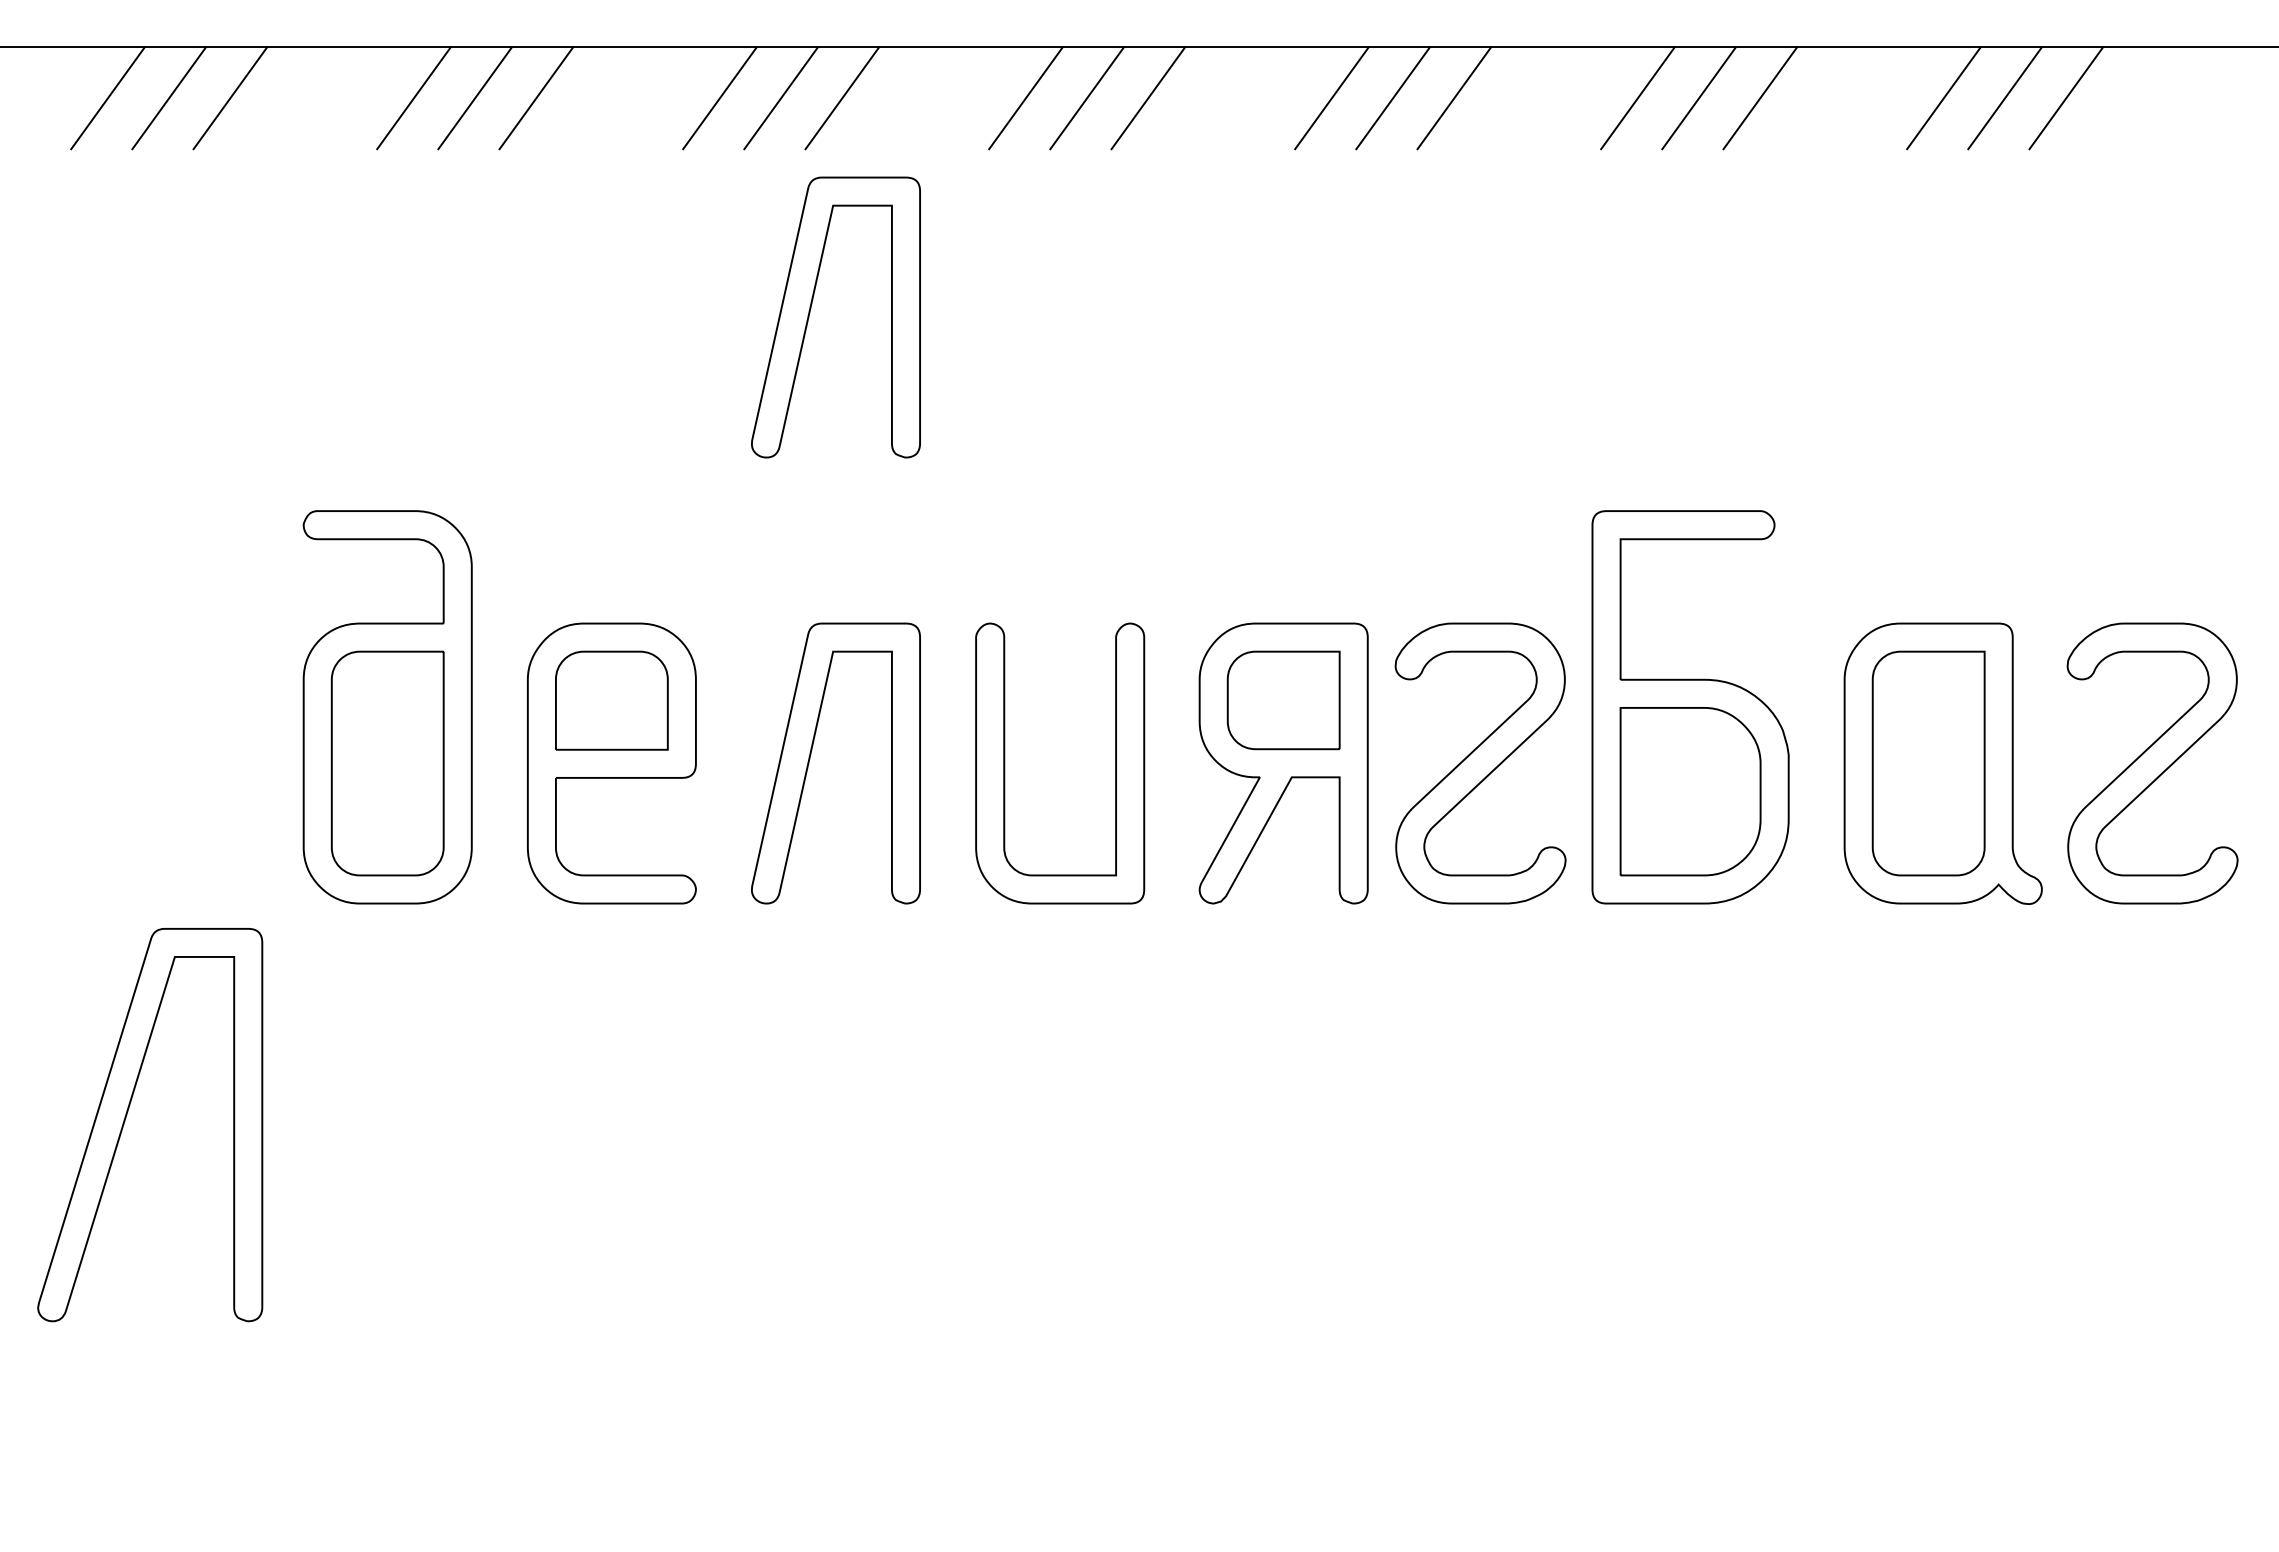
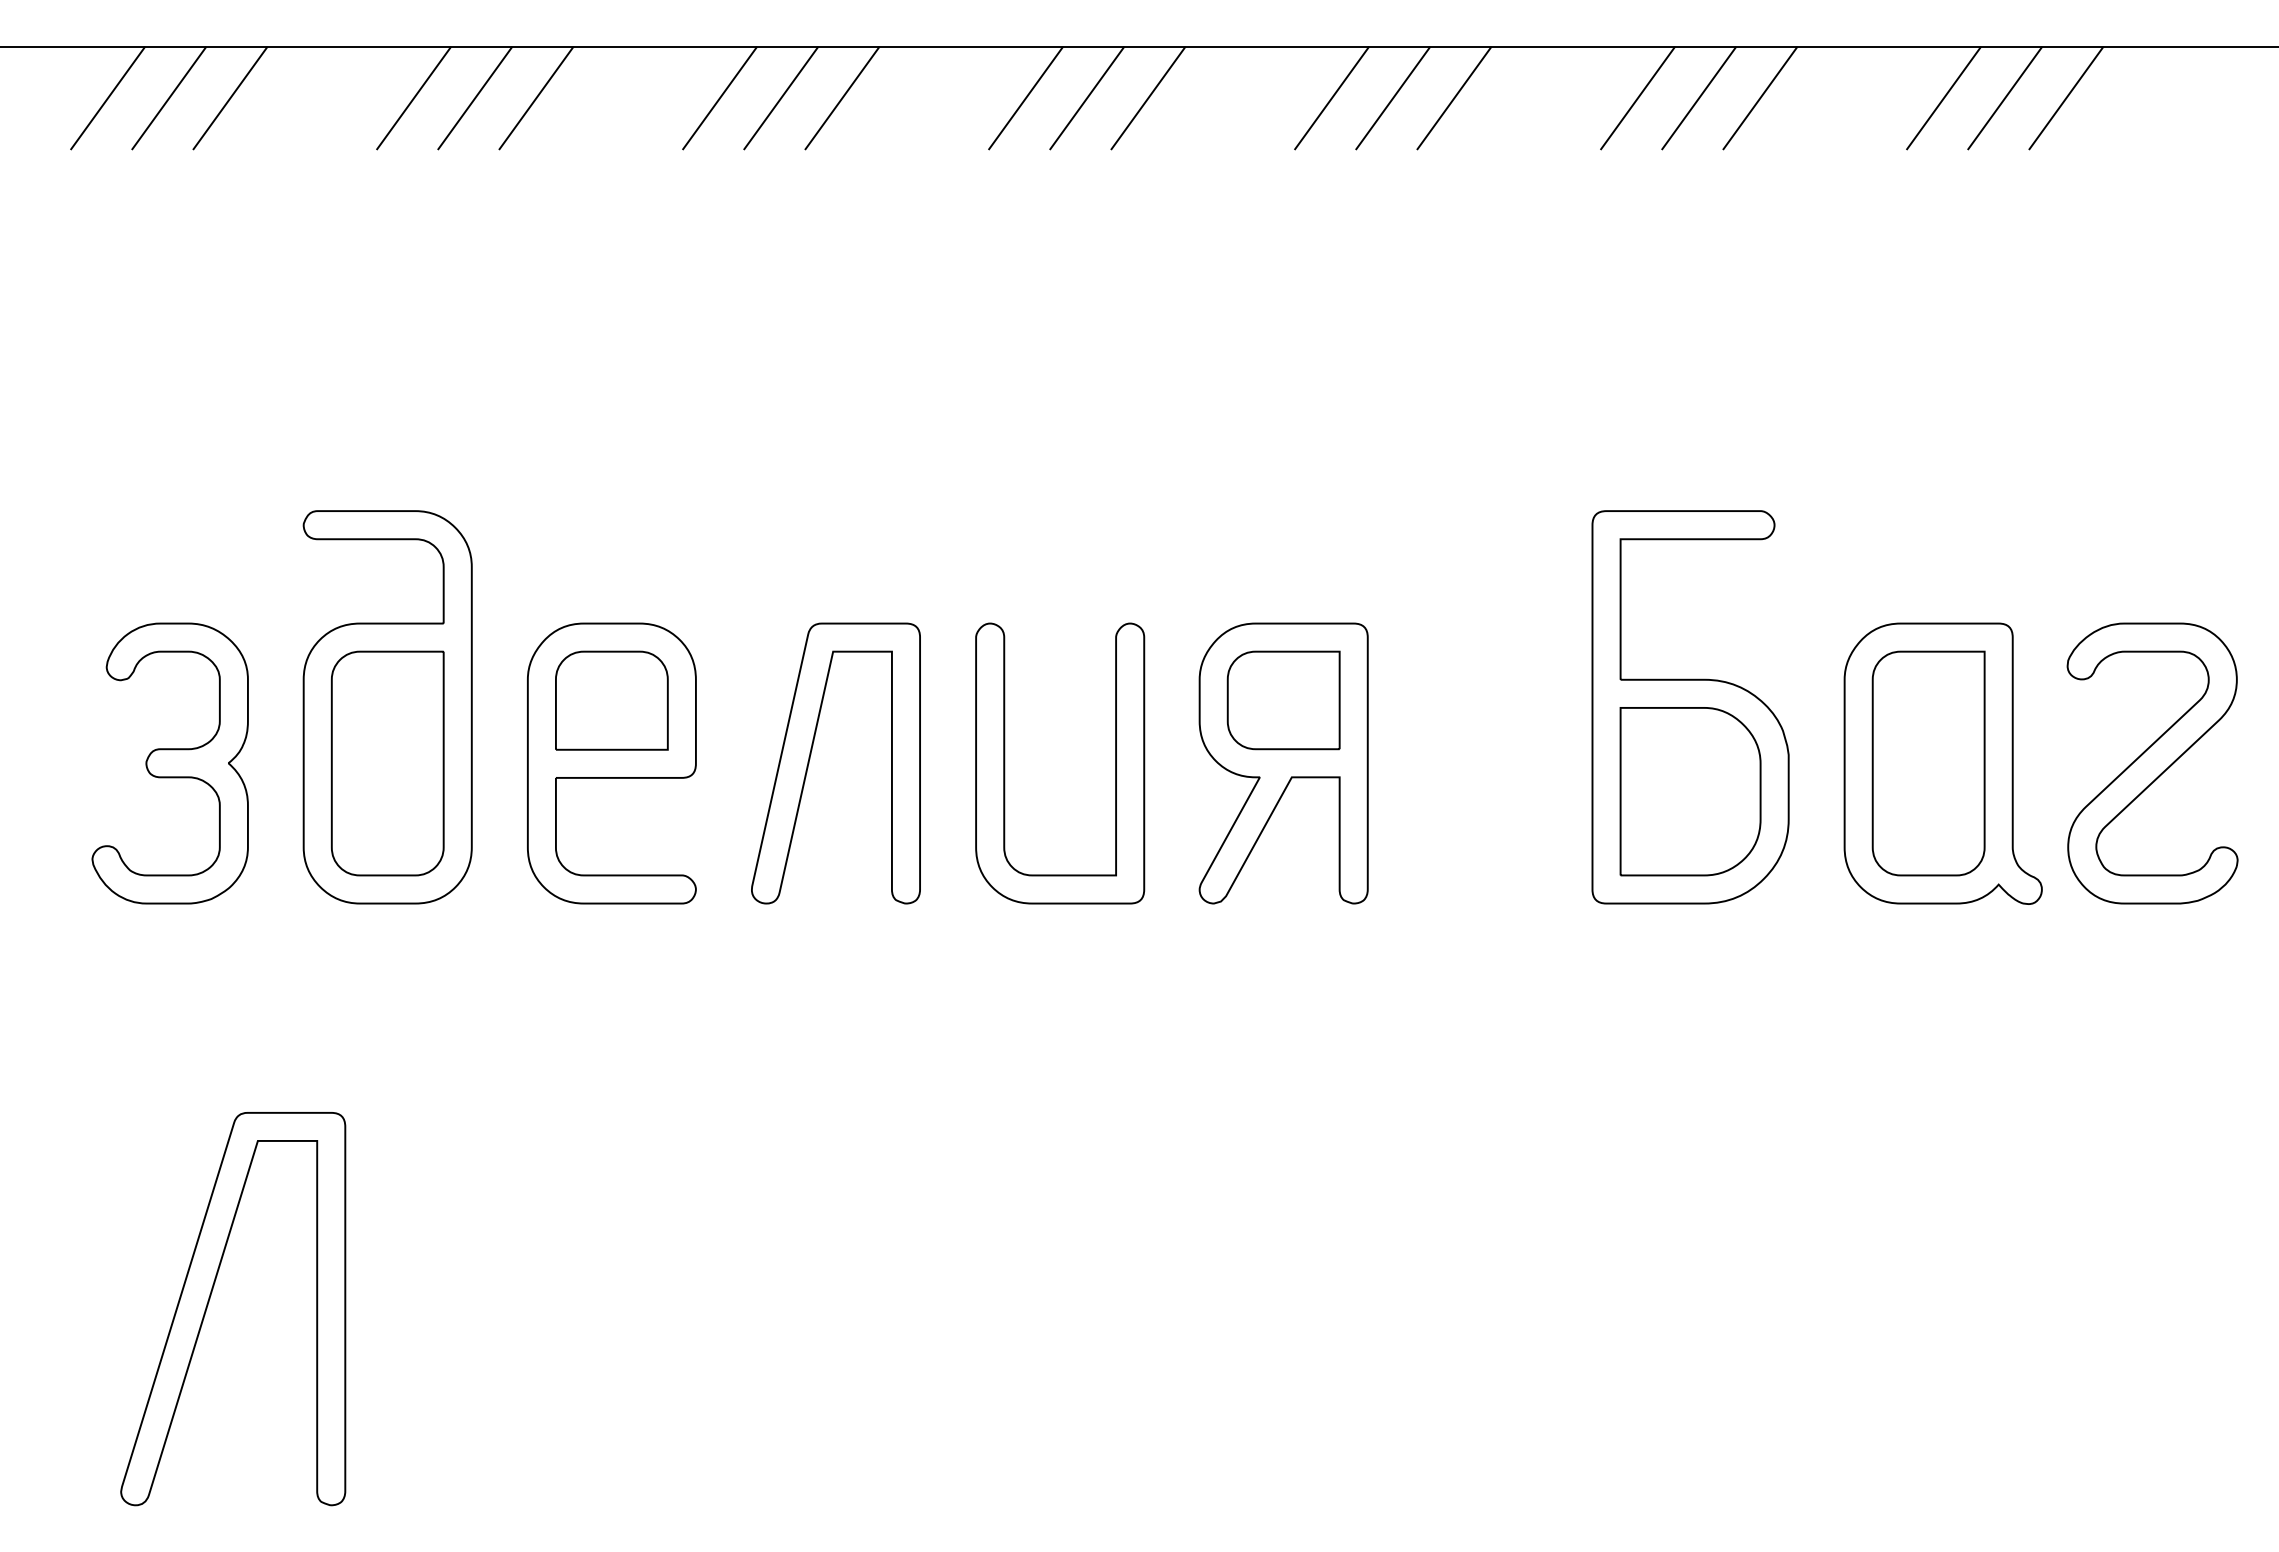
part at (810, 313): present -> none
part at (169, 763): none -> present
part at (1480, 763): present -> none
part at (126, 1118) position: (126, 1118) -> (209, 1302)
